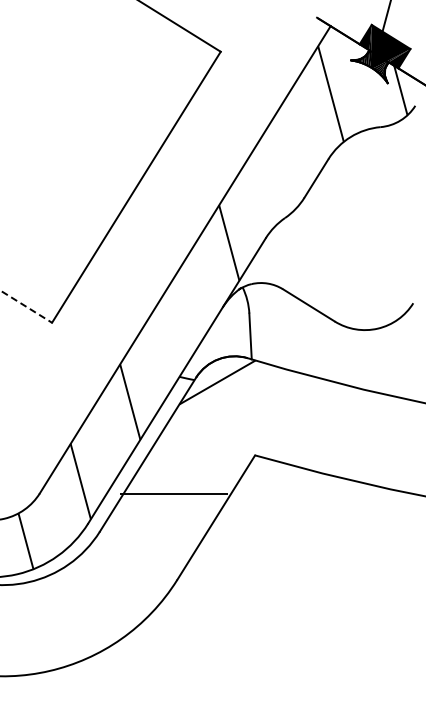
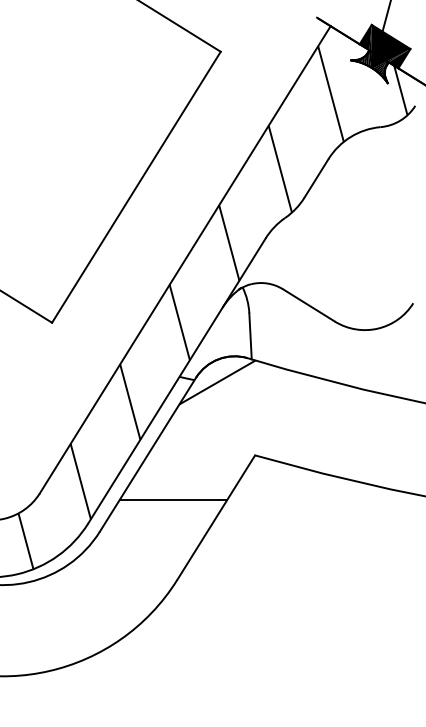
line at (279, 168): none -> present
line at (26, 306): dashed -> solid
line at (179, 322): none -> present
line at (173, 493) position: (173, 493) -> (173, 499)
